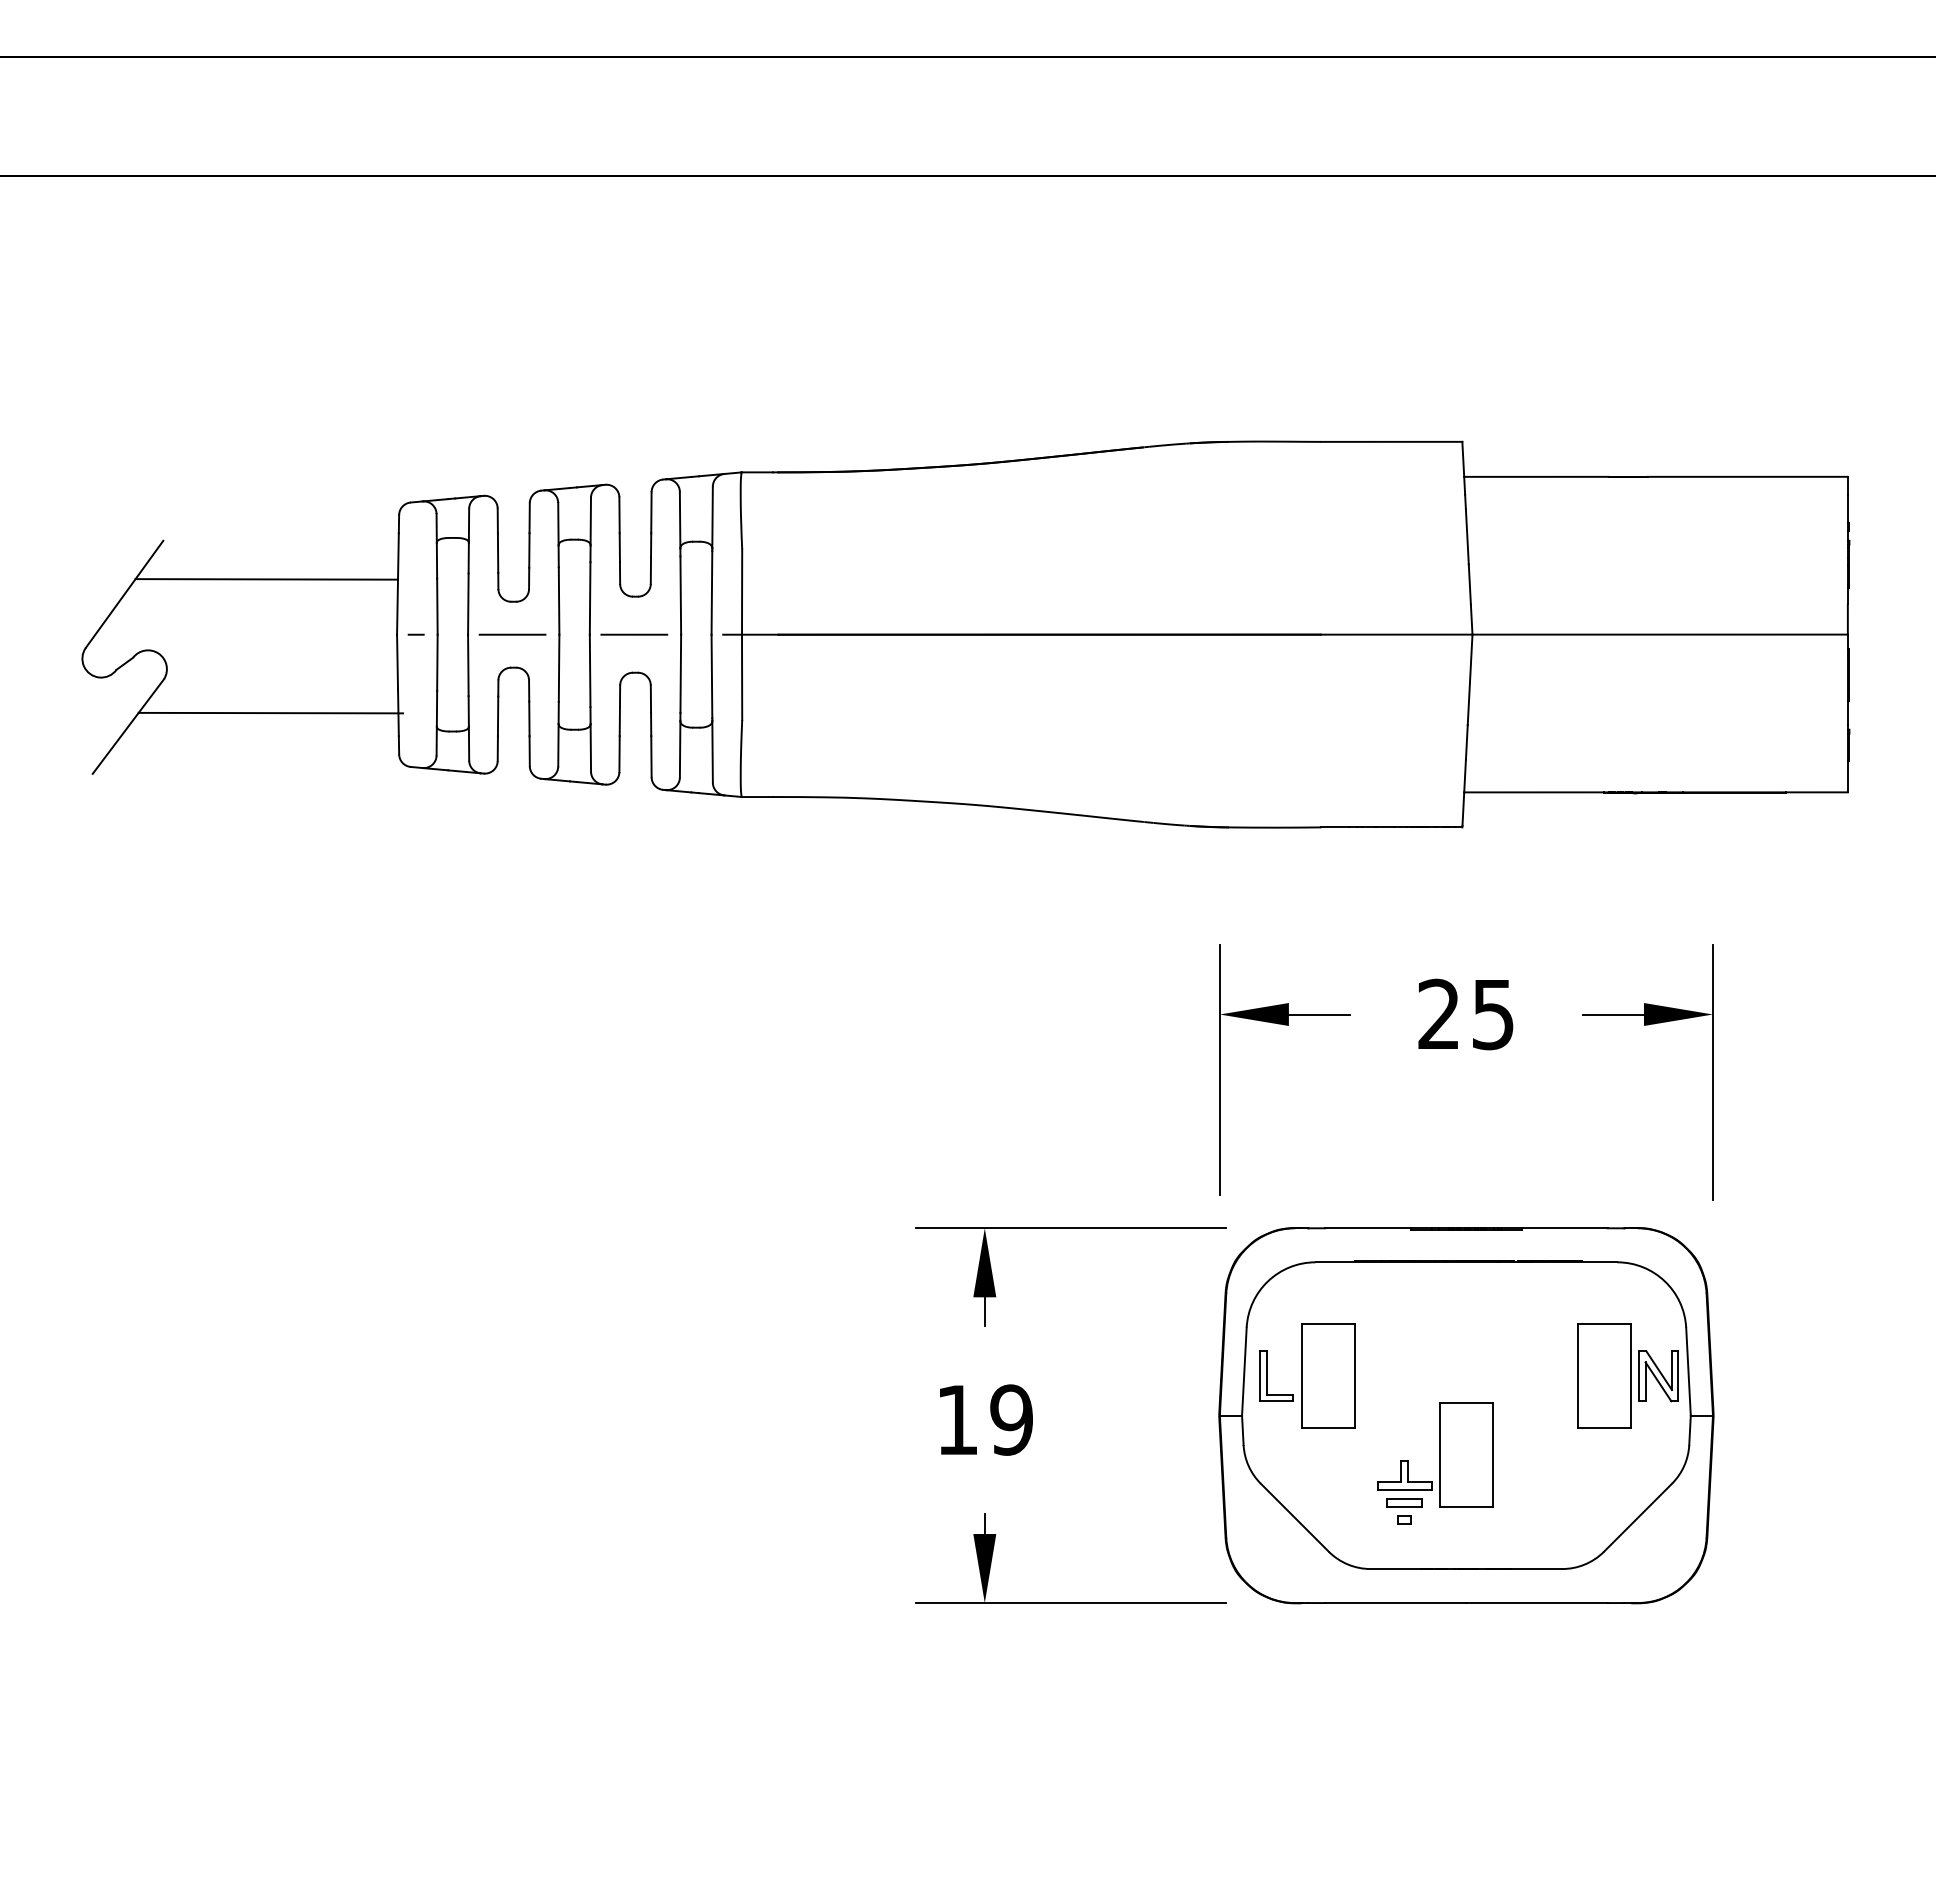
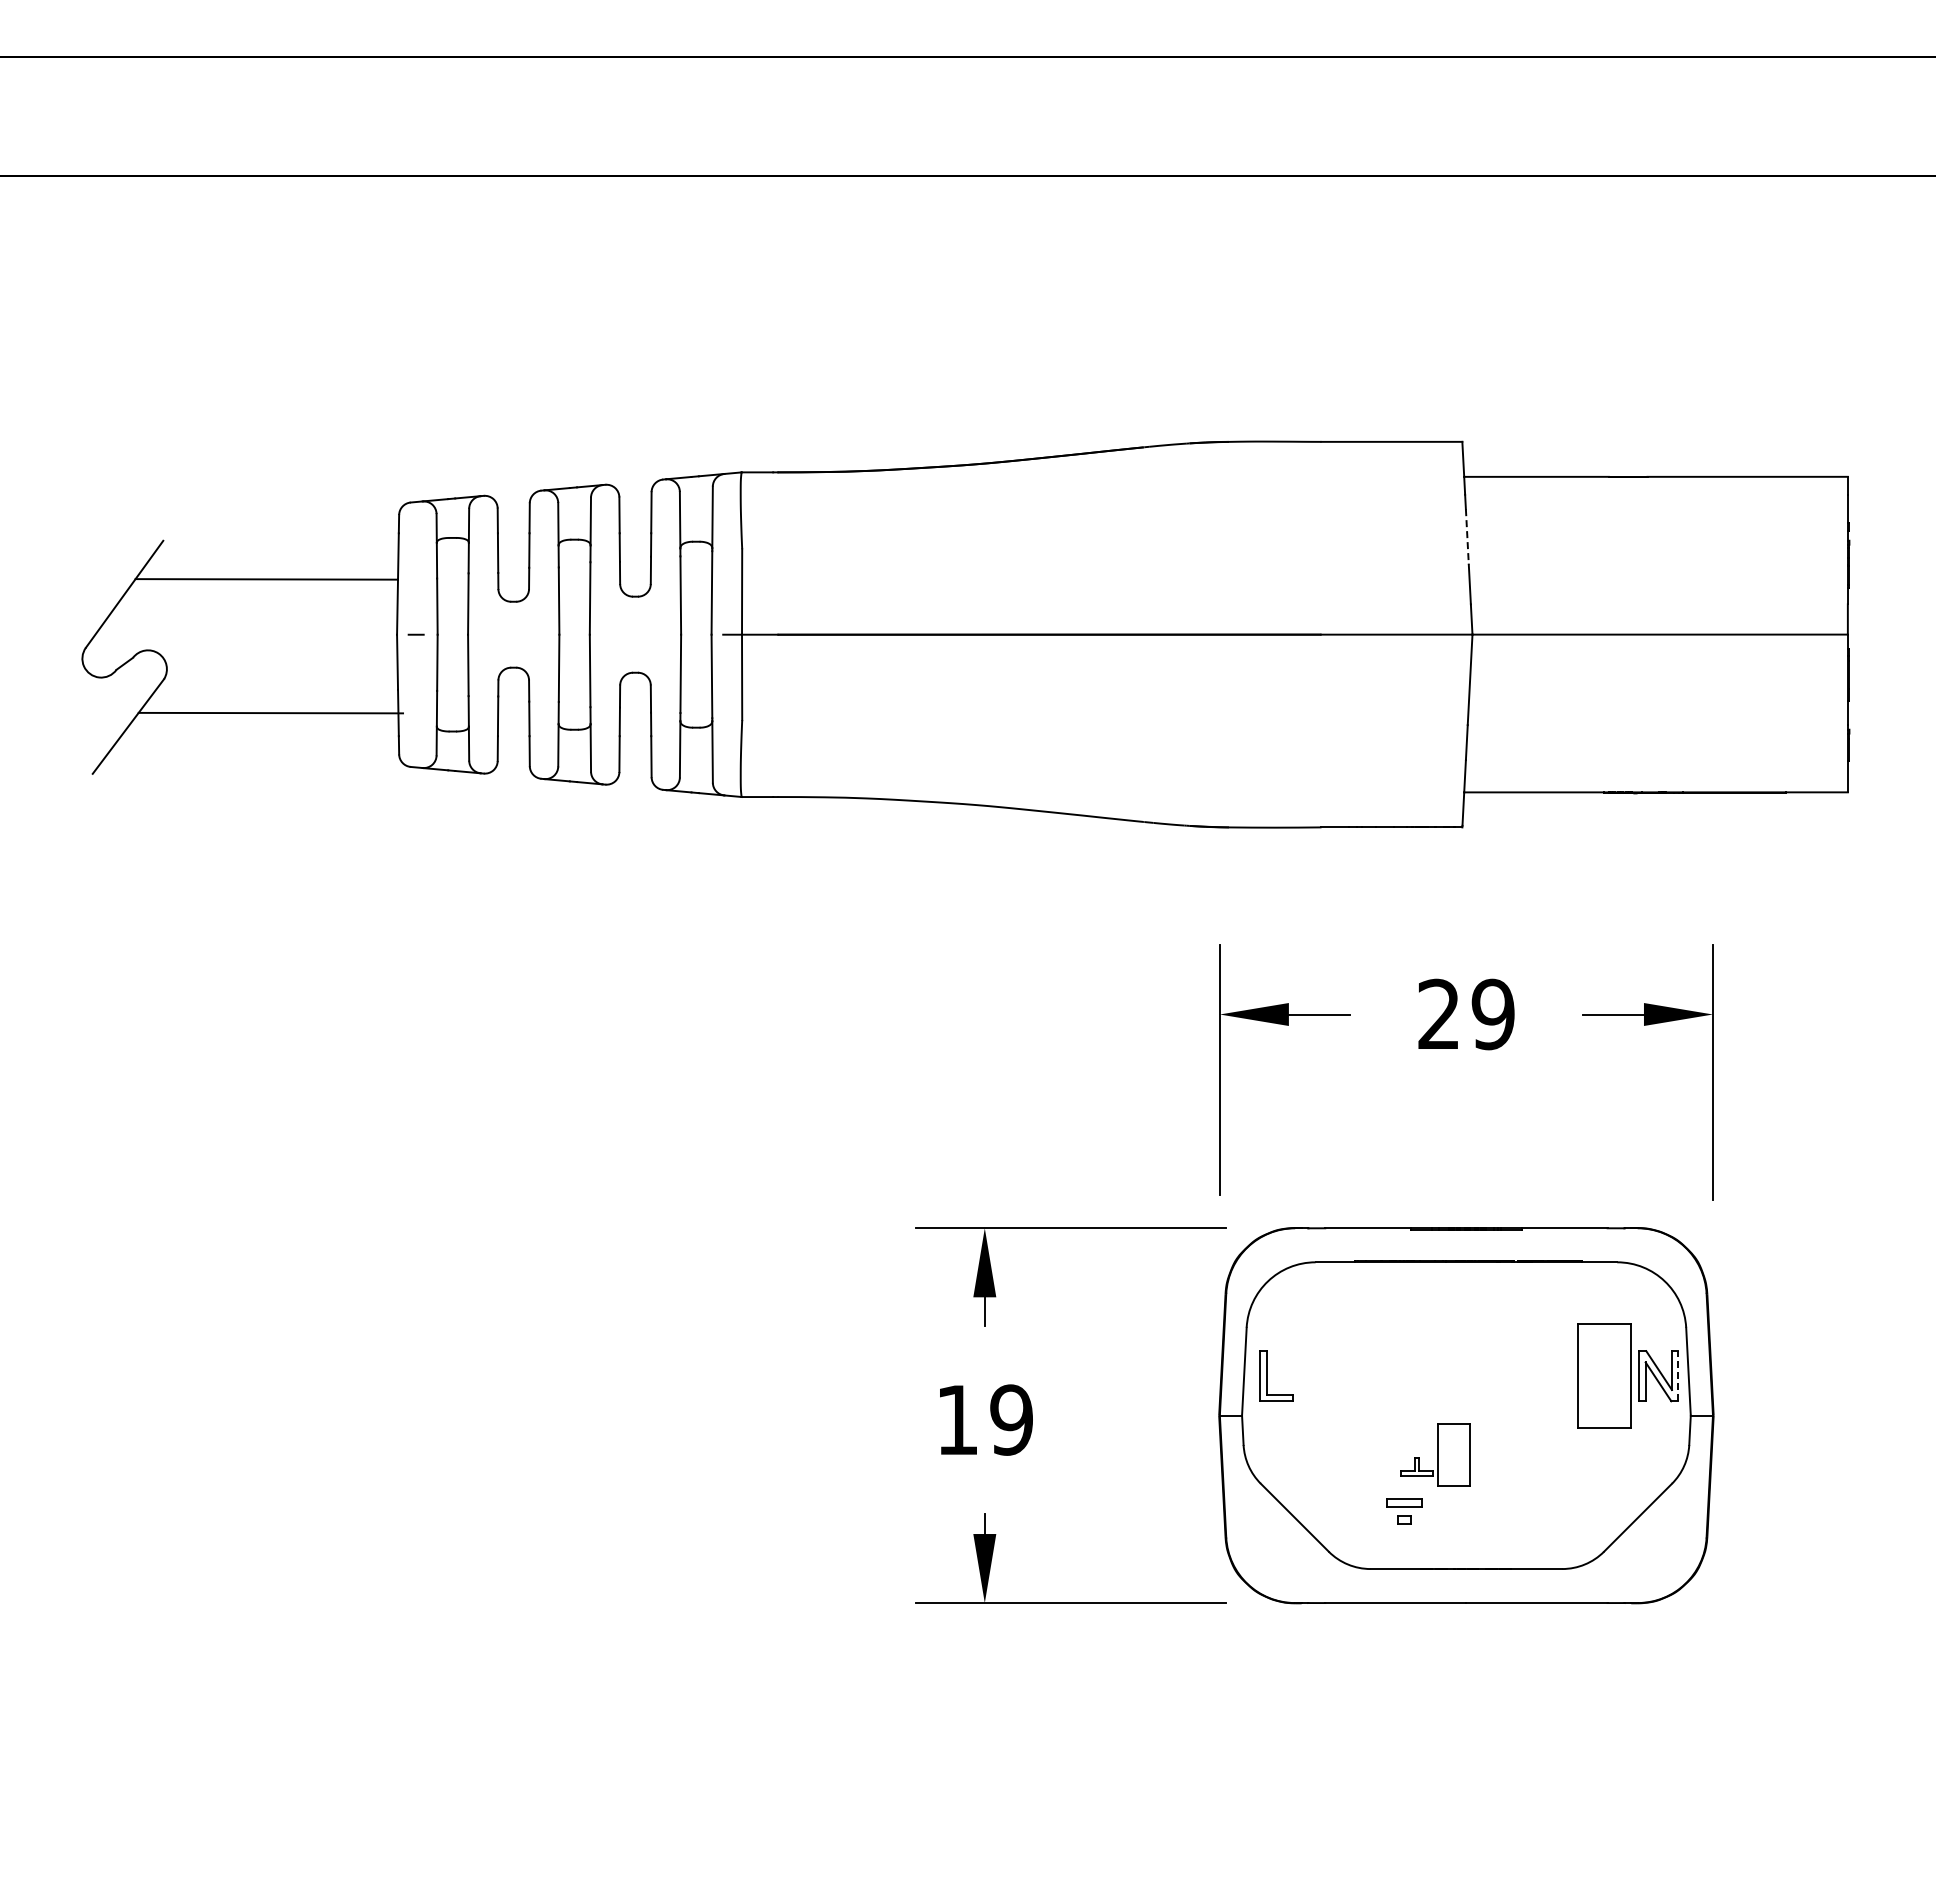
line at (1467, 536): solid -> dashed
line at (512, 634): present -> none
line at (634, 634): present -> none
text at (1492, 1014): 25 -> 29
part at (1328, 1375): present -> none
line at (1678, 1375): solid -> dashed
part at (1435, 1454) size: 117x106 px -> 71x64 px
